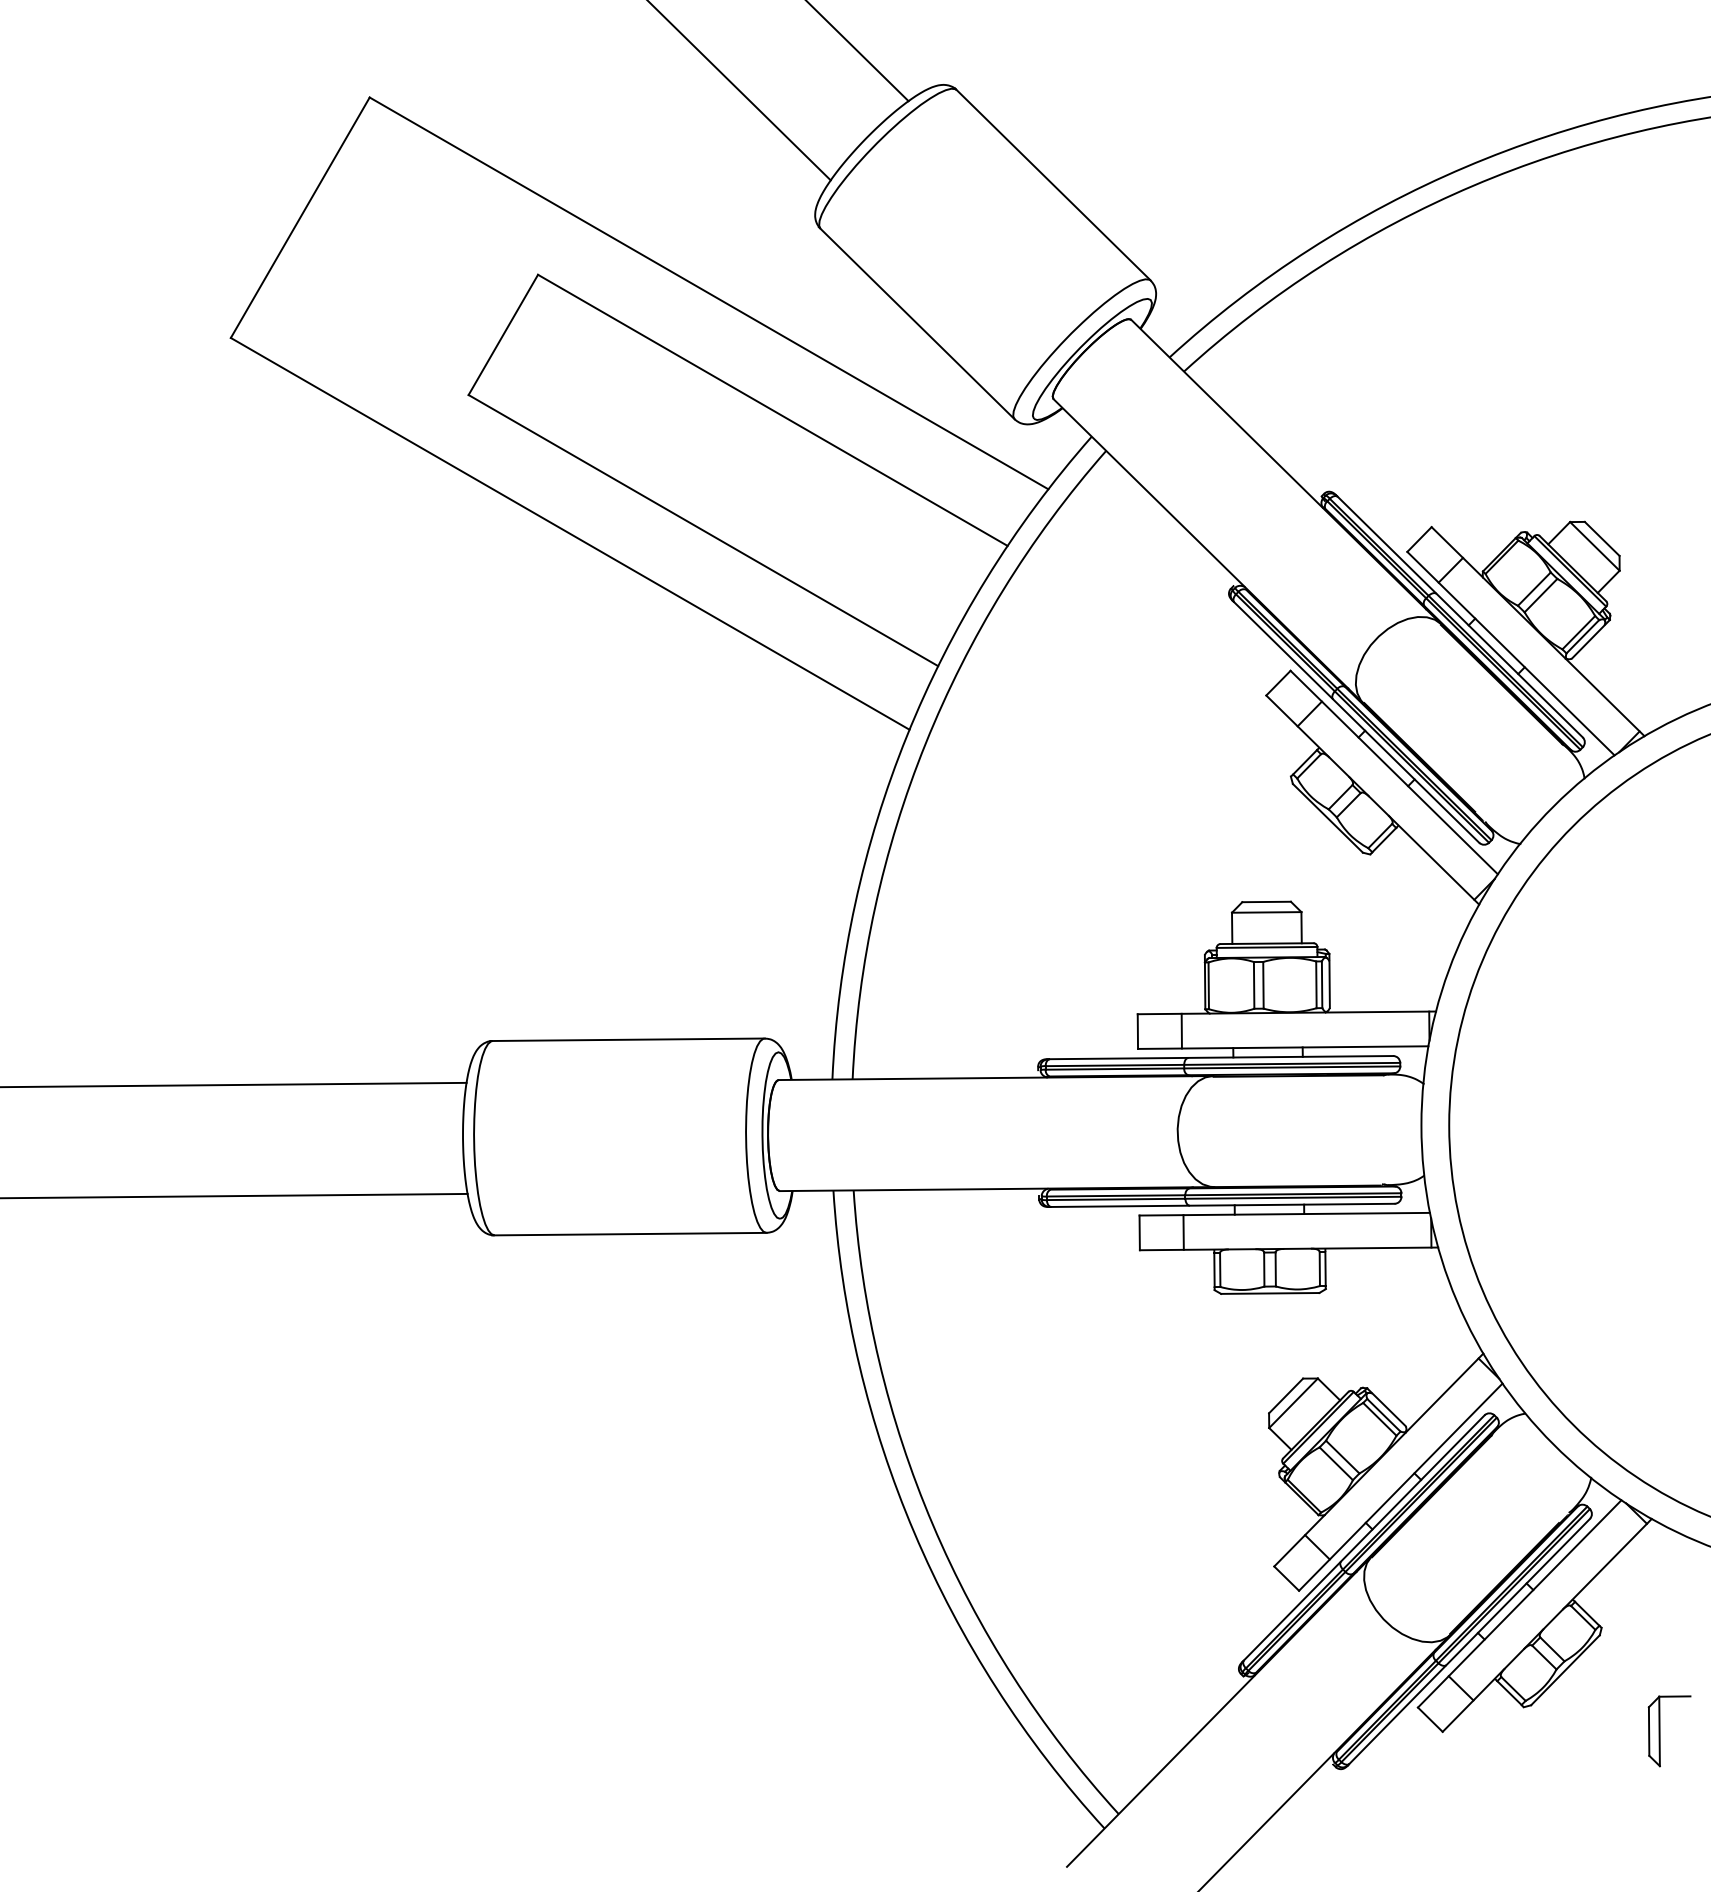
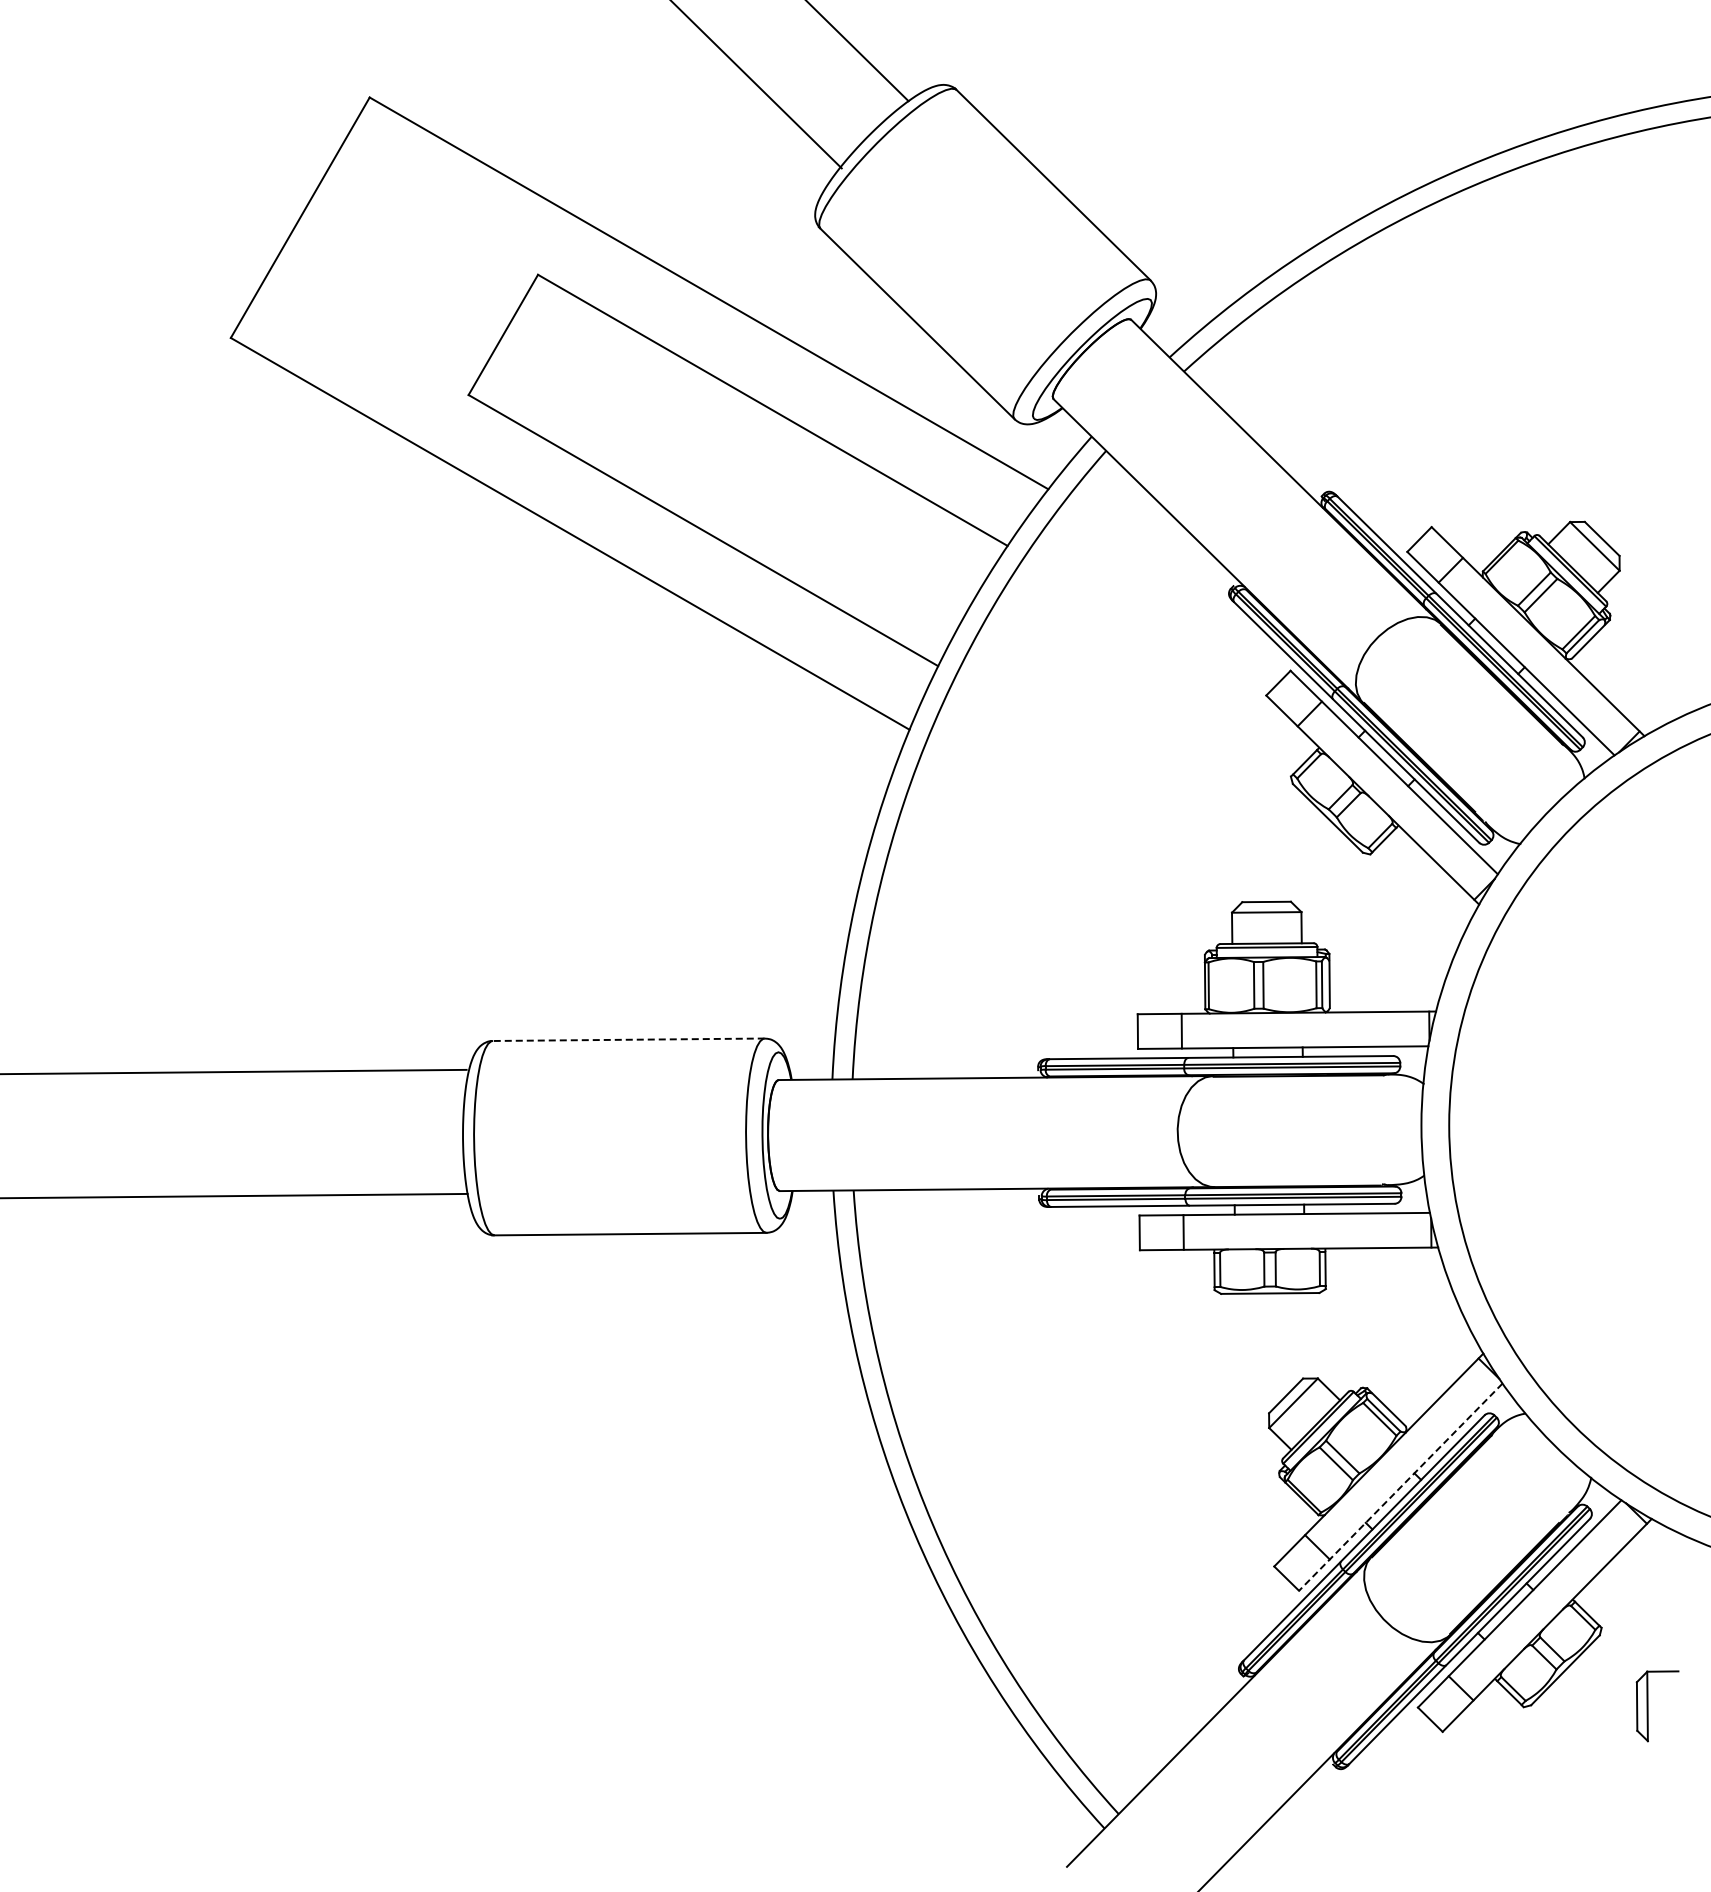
line at (739, 91) position: (739, 91) -> (756, 85)
line at (627, 1039): solid -> dashed
line at (234, 1084) position: (234, 1084) -> (234, 1071)
line at (1400, 1487): solid -> dashed
part at (1660, 1731) position: (1660, 1731) -> (1648, 1706)
